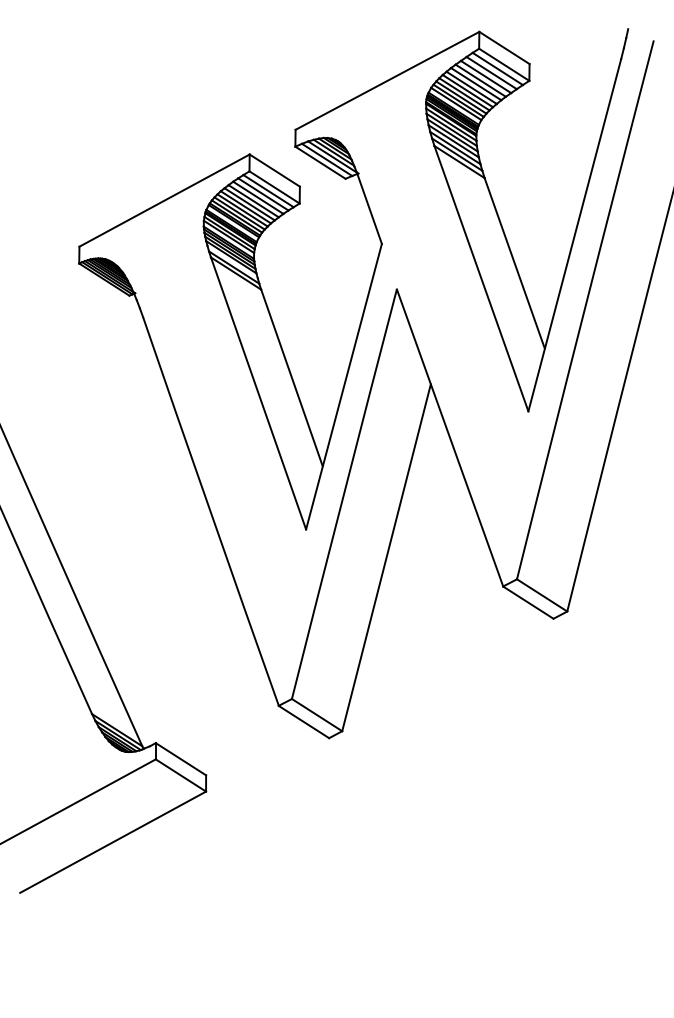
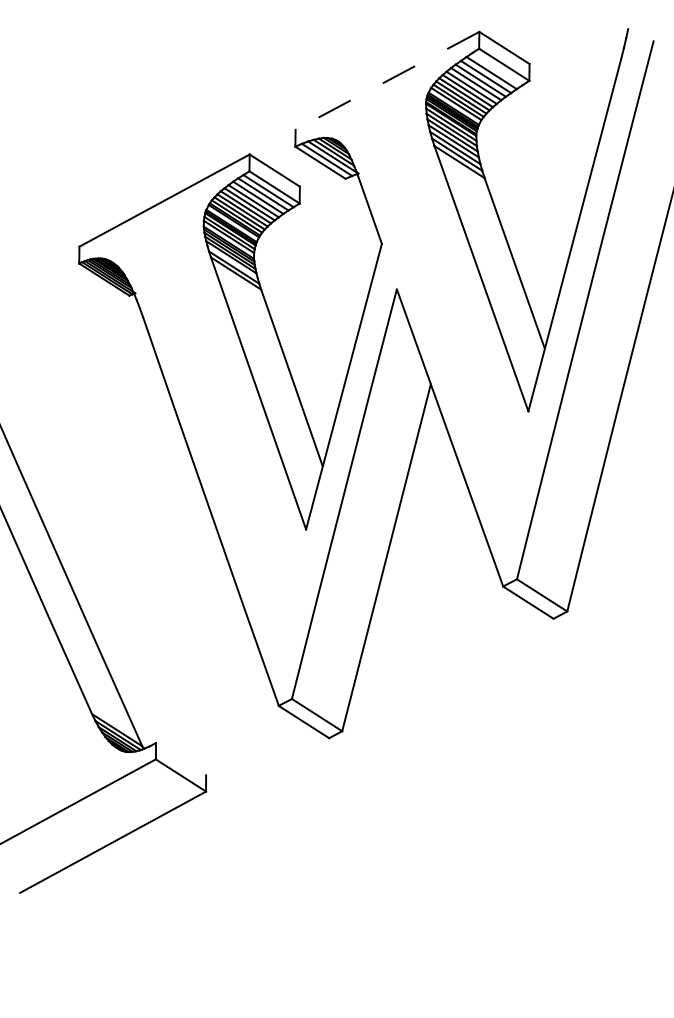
line at (497, 68): present -> none
line at (387, 81): solid -> dashed
line at (180, 759): present -> none
